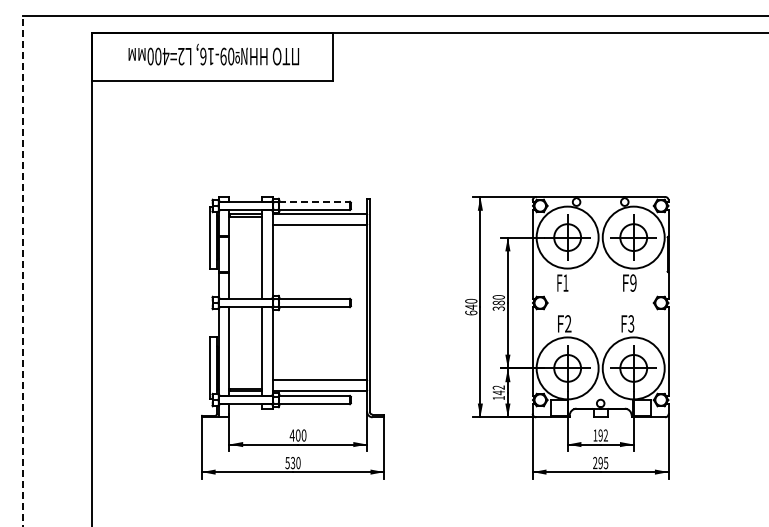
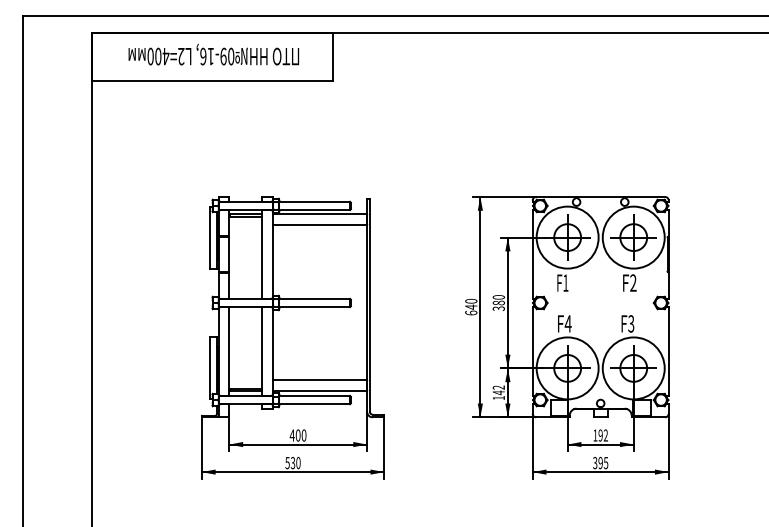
line at (315, 201): dashed -> solid
line at (23, 270): dashed -> solid
text at (633, 283): F9 -> F2
text at (567, 323): F2 -> F4
text at (595, 463): 295 -> 395
